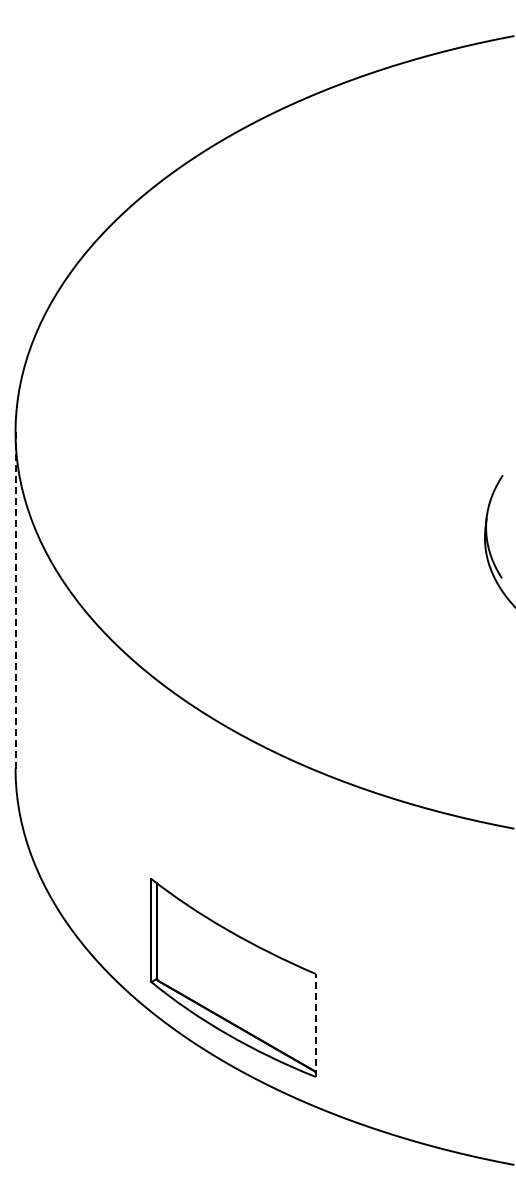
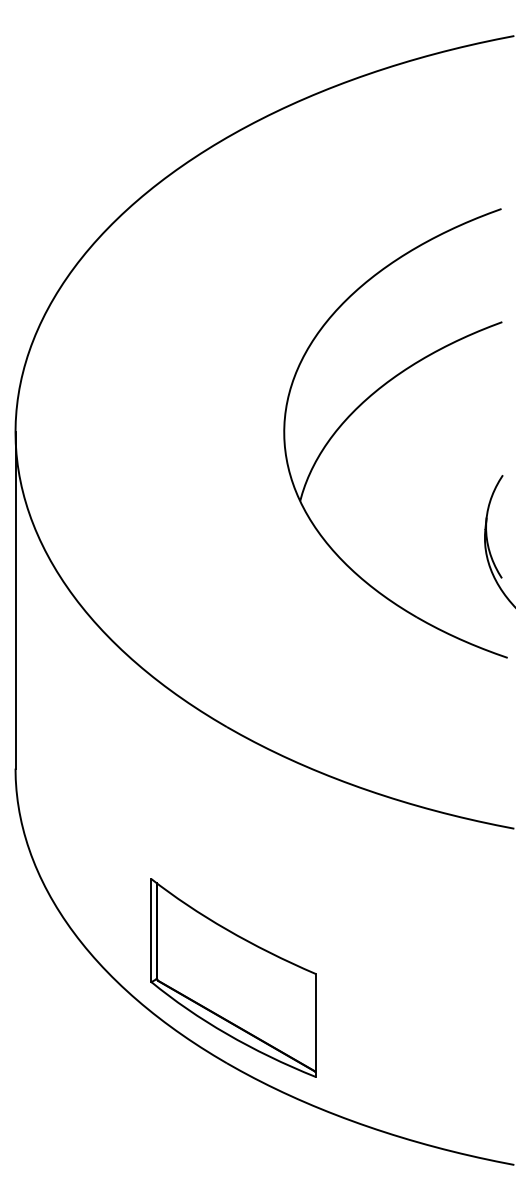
part at (368, 399): none -> present
line at (15, 600): dashed -> solid
line at (315, 1025): dashed -> solid
